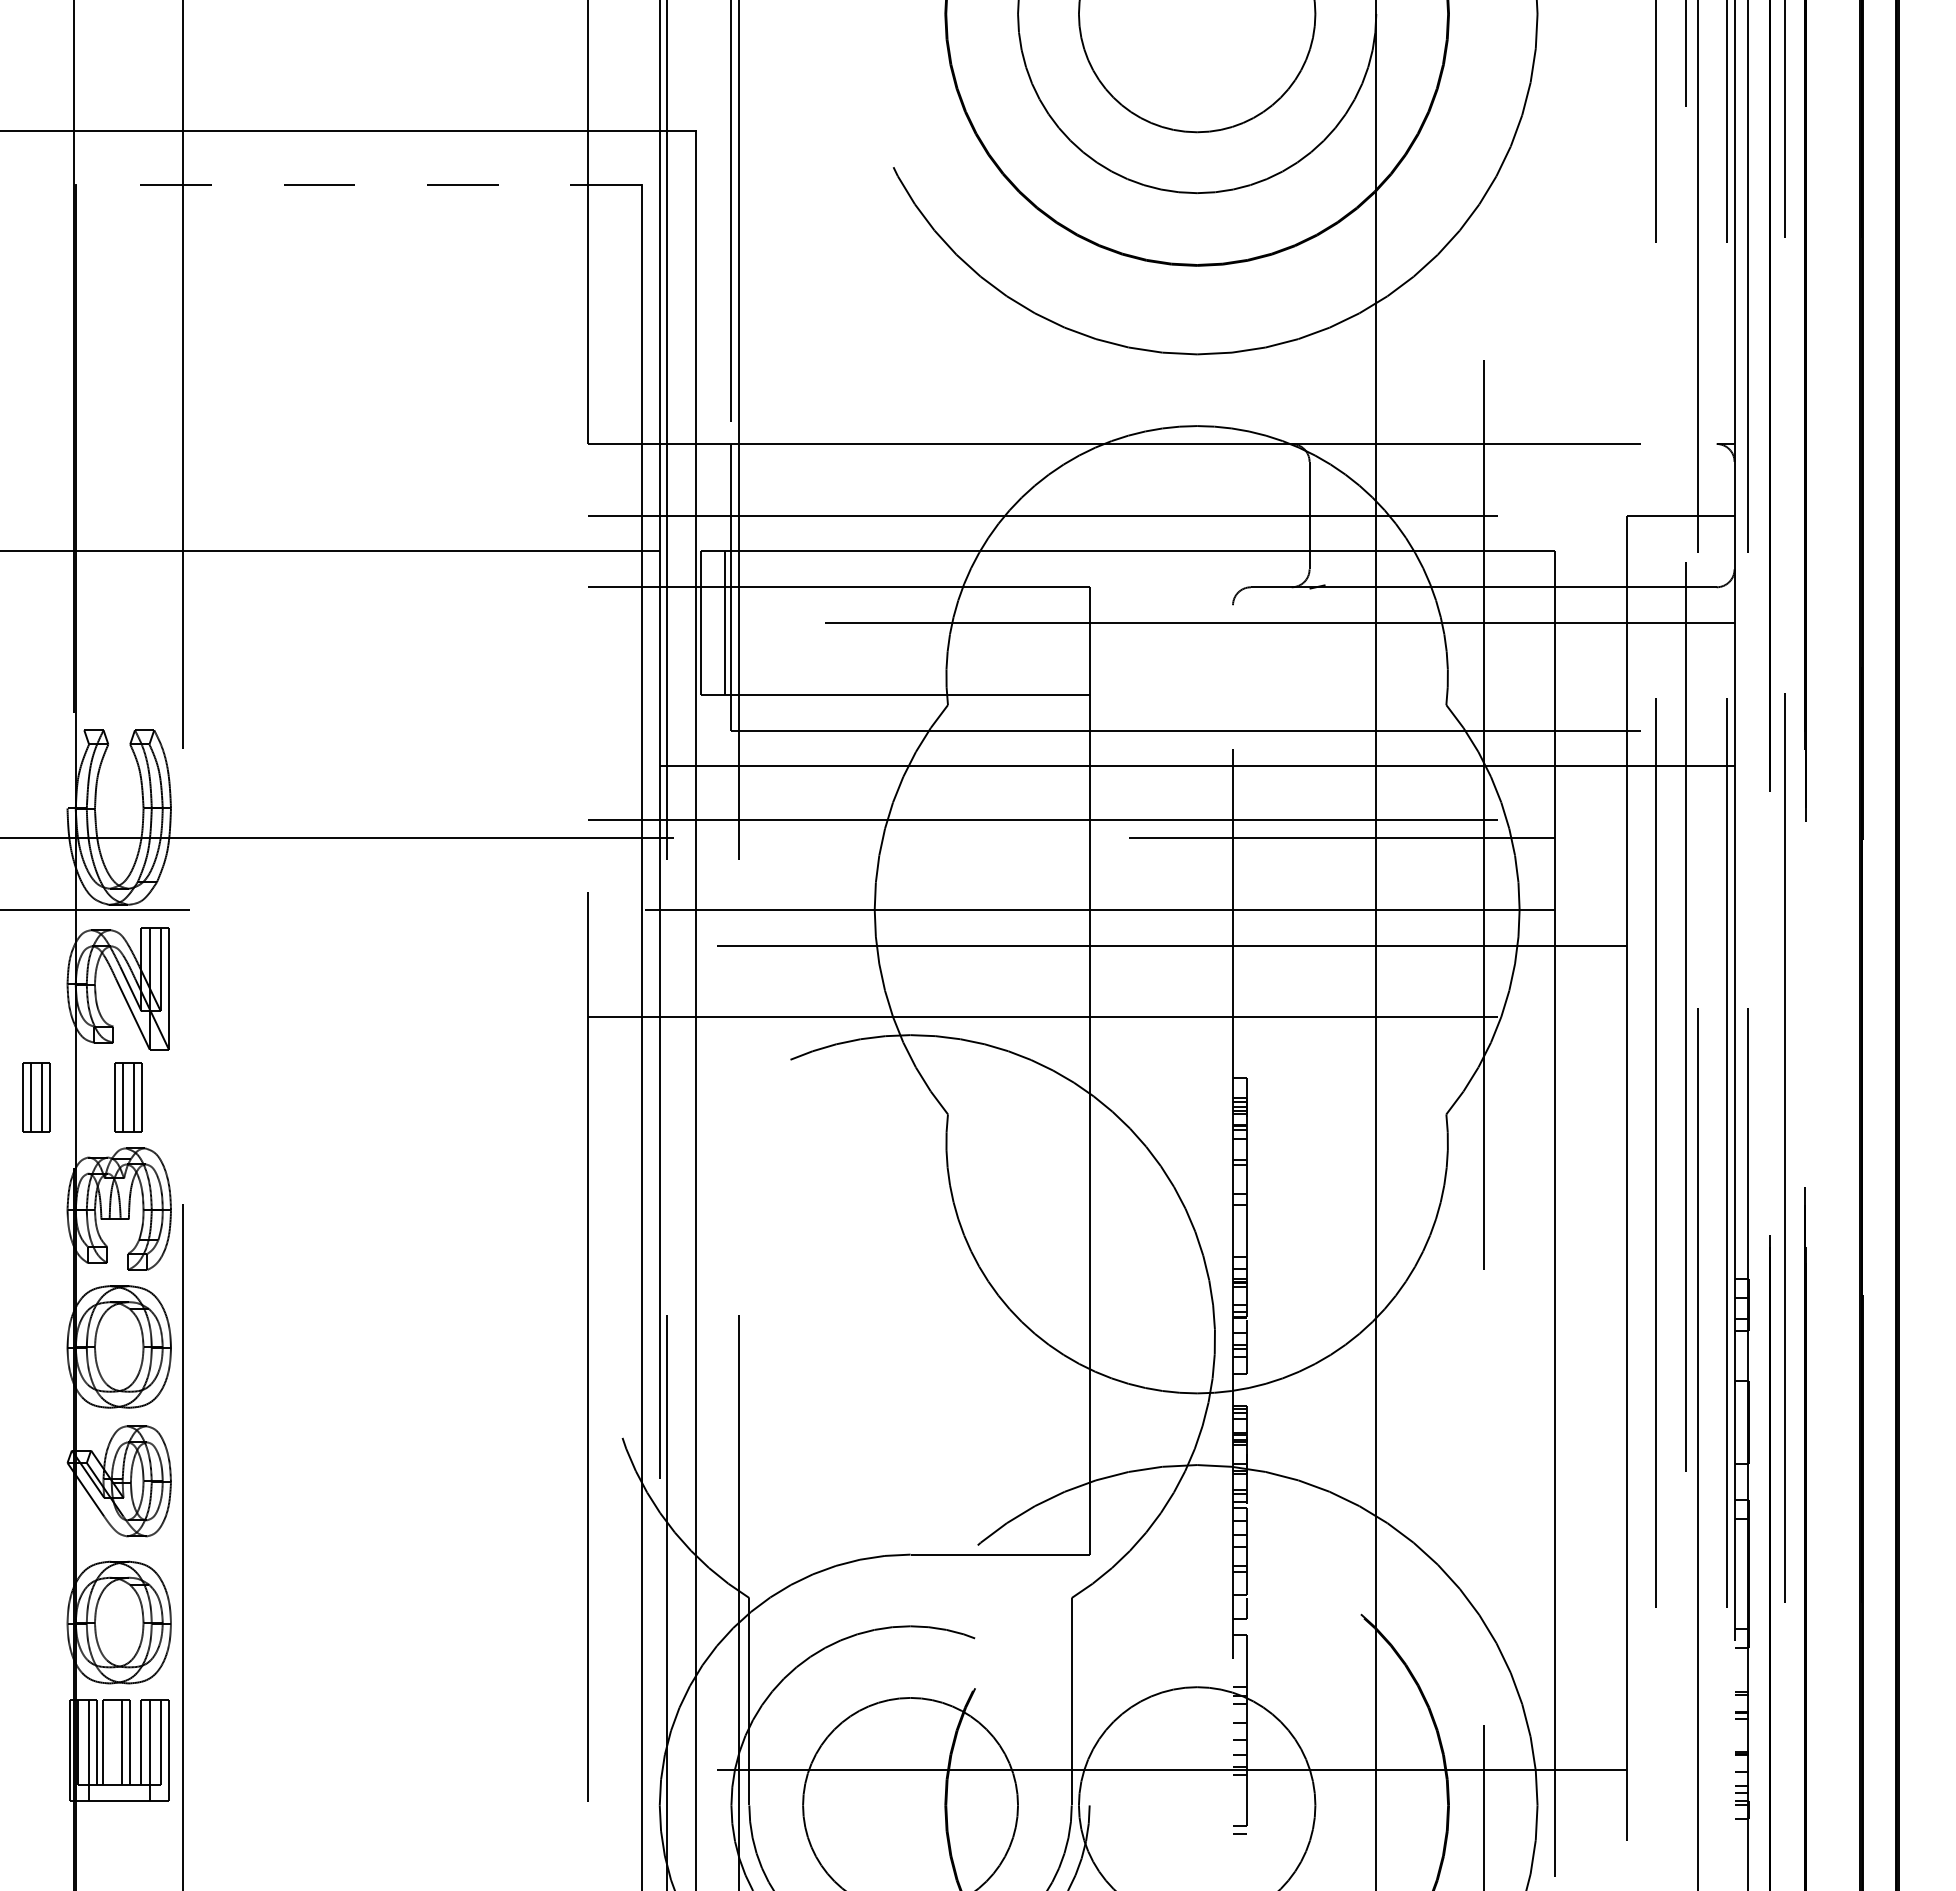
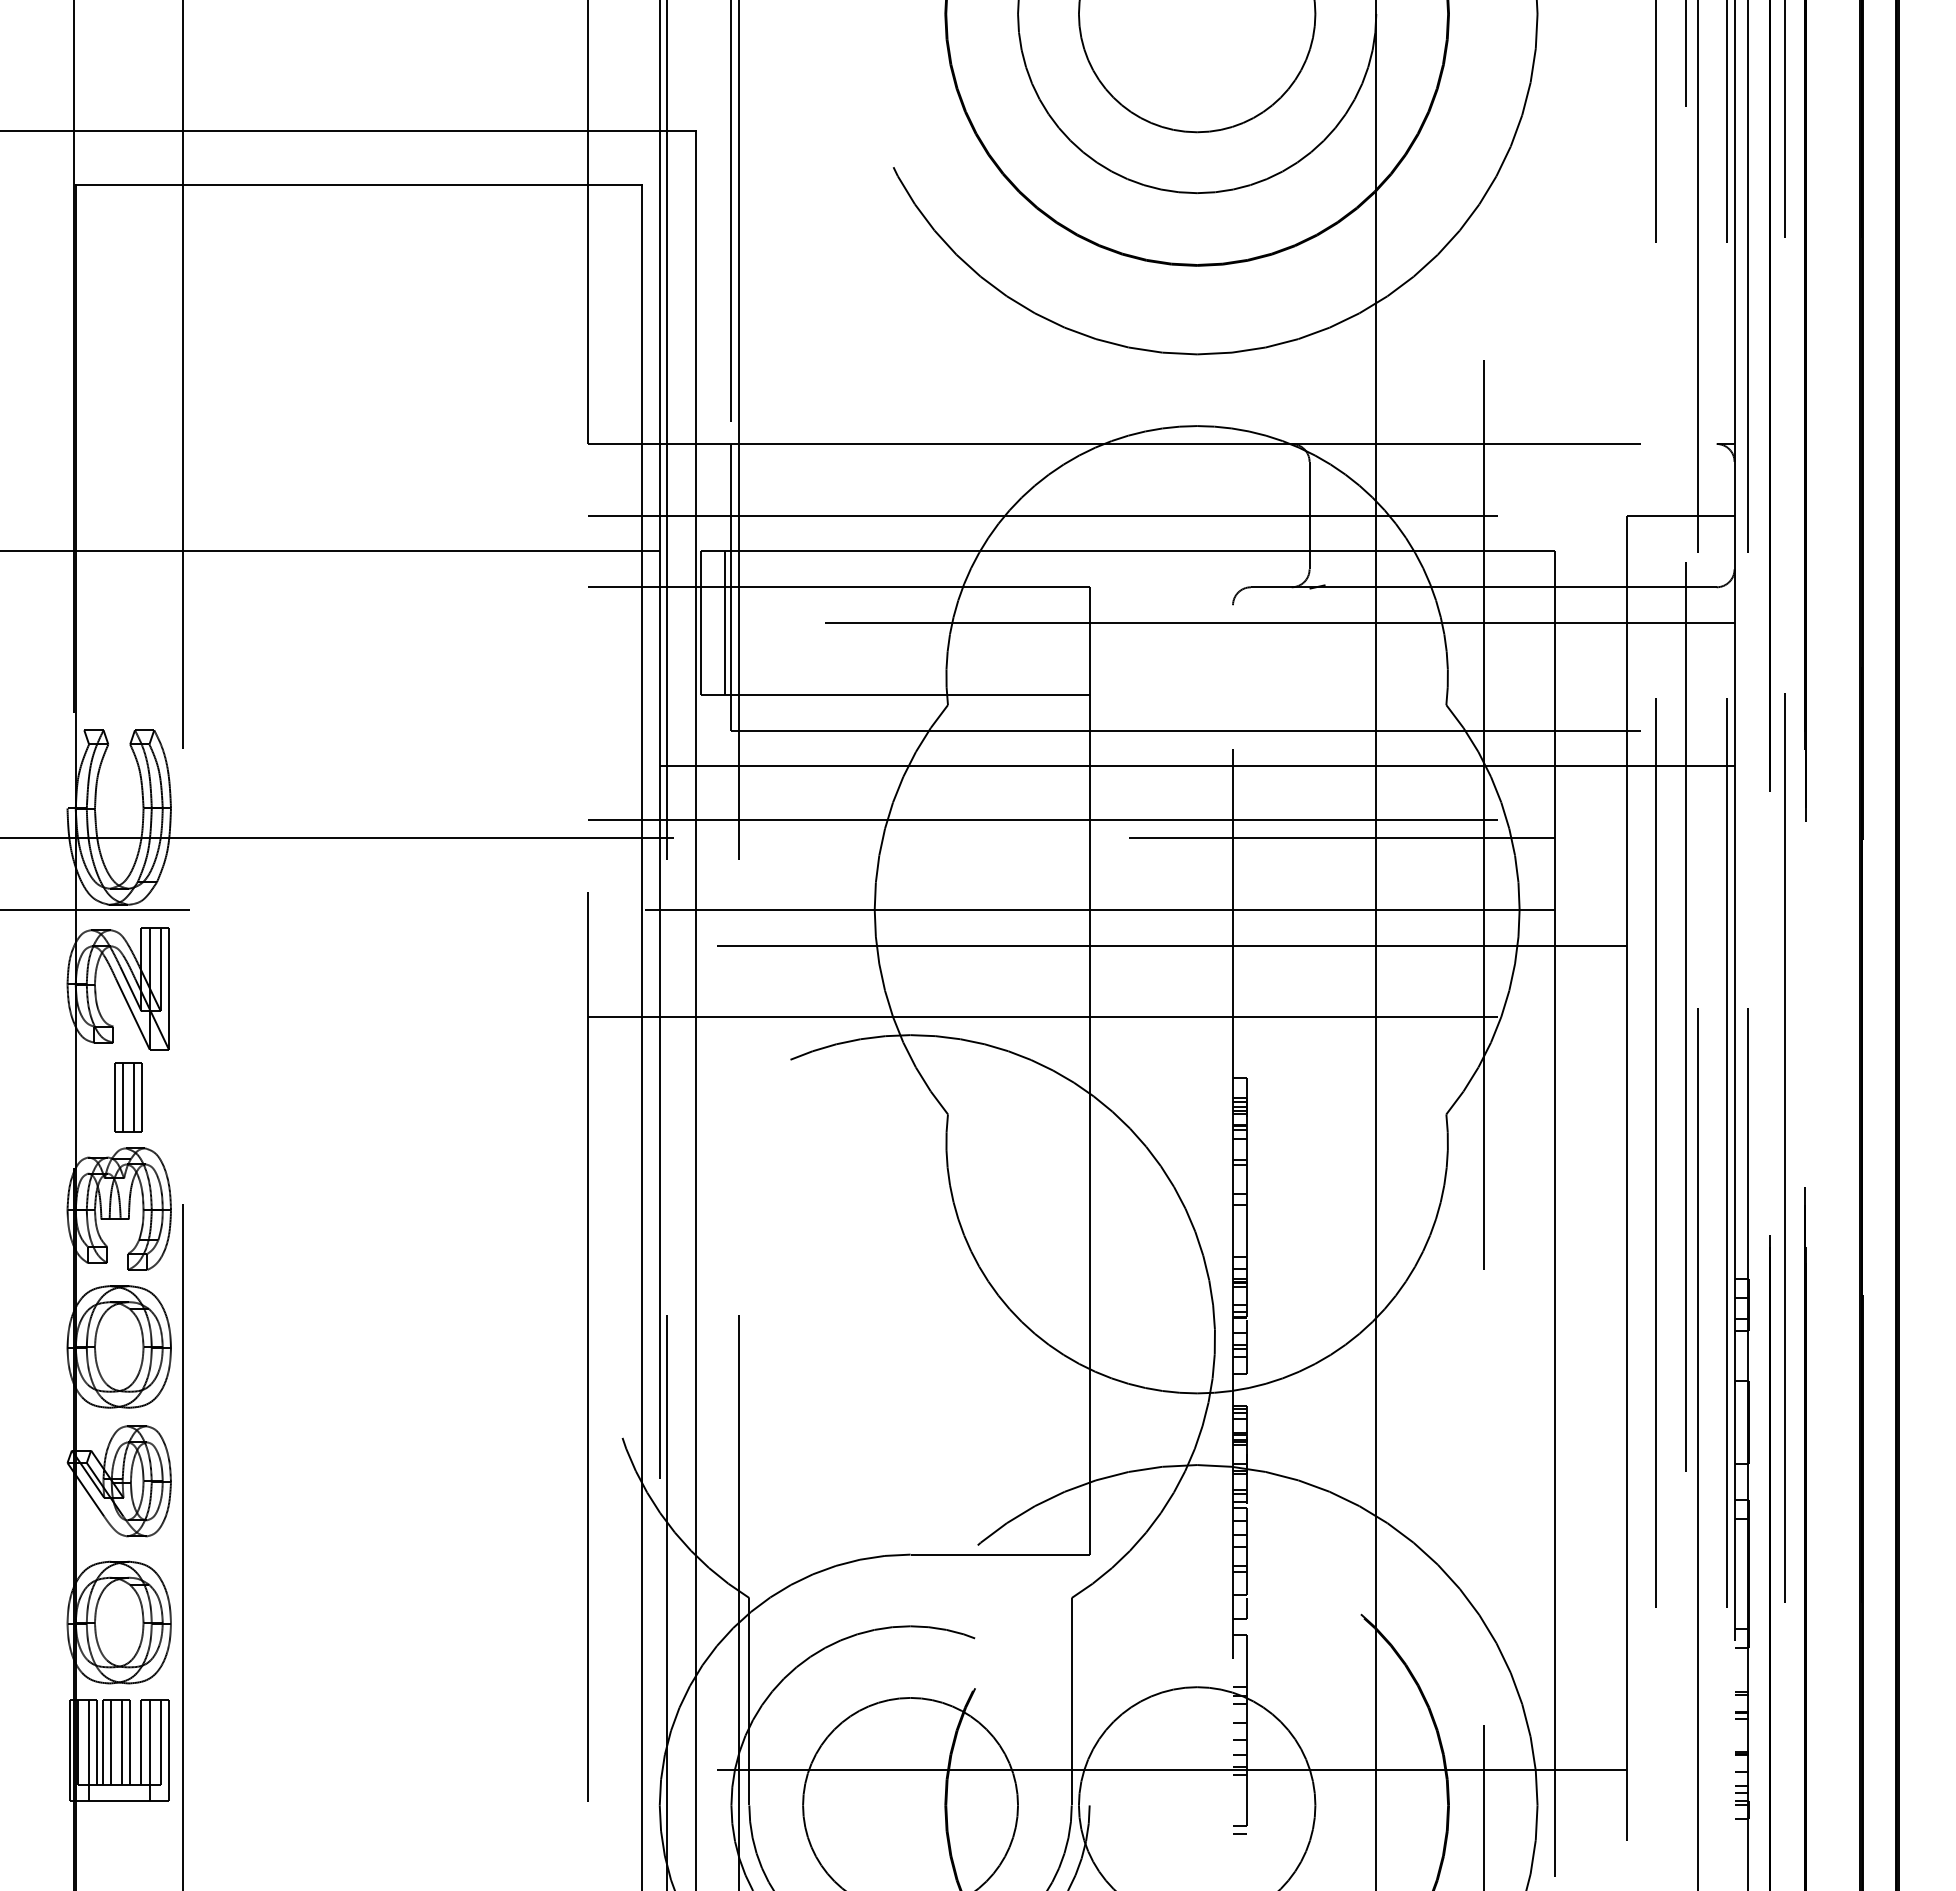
line at (358, 184): dashed -> solid
part at (36, 1097): present -> none
line at (110, 1741): none -> present
